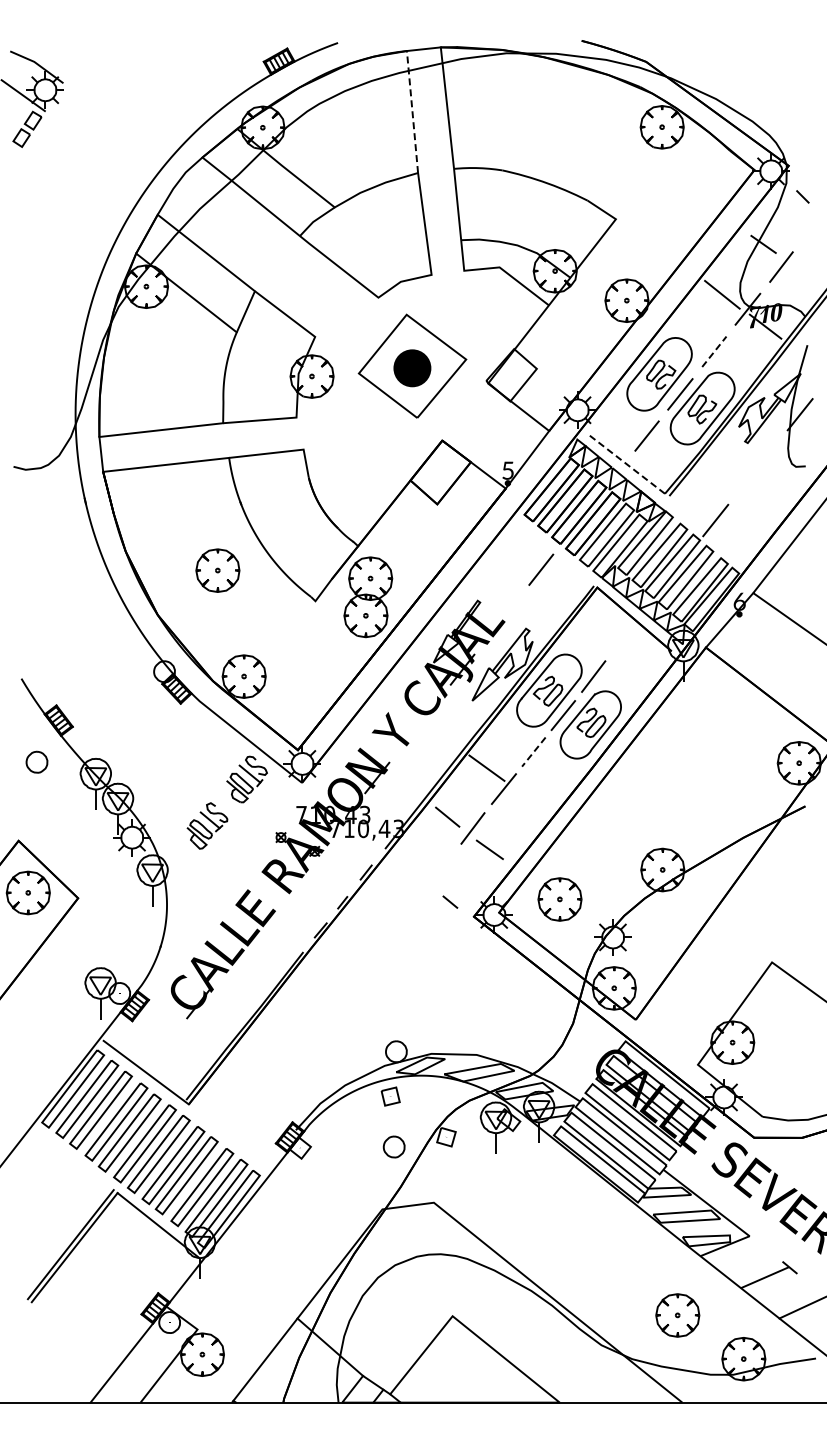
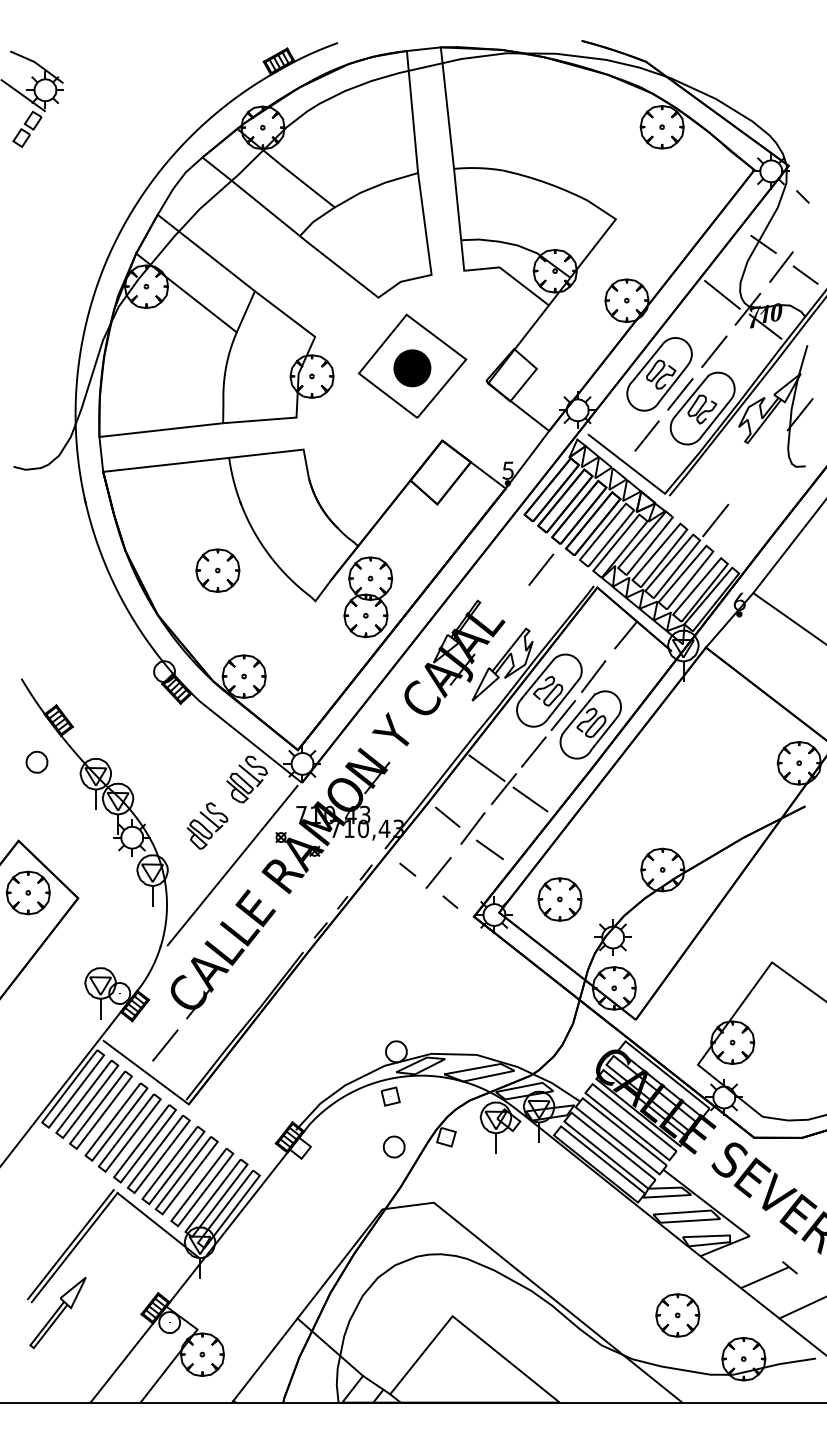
line at (412, 111): dashed -> solid
line at (805, 274): none -> present
line at (714, 351): dashed -> solid
line at (626, 464): dashed -> solid
line at (626, 634): none -> present
line at (533, 752): dashed -> solid
line at (530, 799): none -> present
line at (232, 865): none -> present
line at (407, 869): none -> present
line at (438, 872): none -> present
line at (165, 1045): none -> present
part at (57, 1313): none -> present
